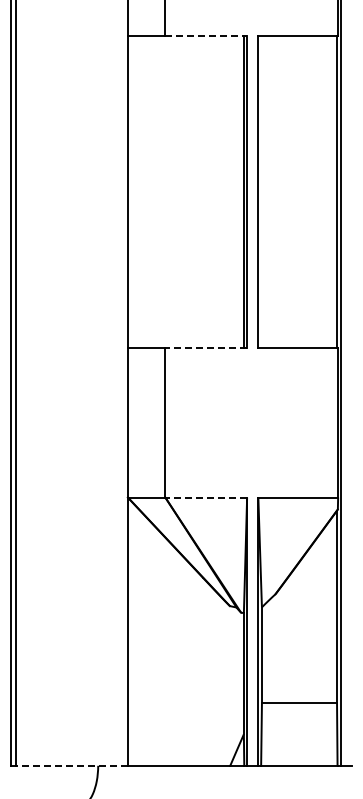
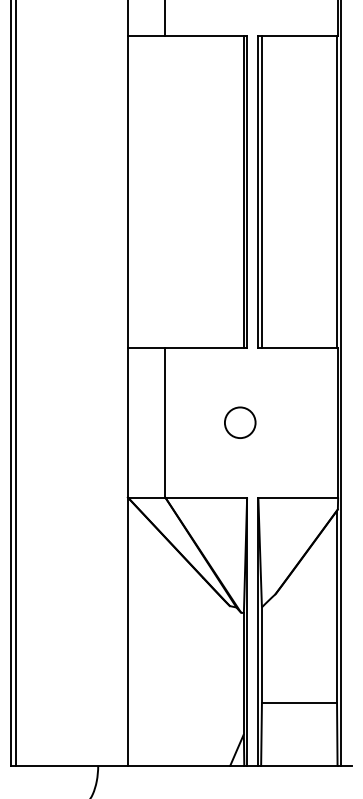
line at (206, 36): dashed -> solid
line at (261, 191): none -> present
line at (206, 347): dashed -> solid
circle at (240, 422): none -> present
line at (206, 497): dashed -> solid
line at (71, 765): dashed -> solid
